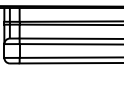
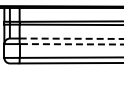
line at (71, 38): solid -> dashed
line at (71, 44): solid -> dashed
